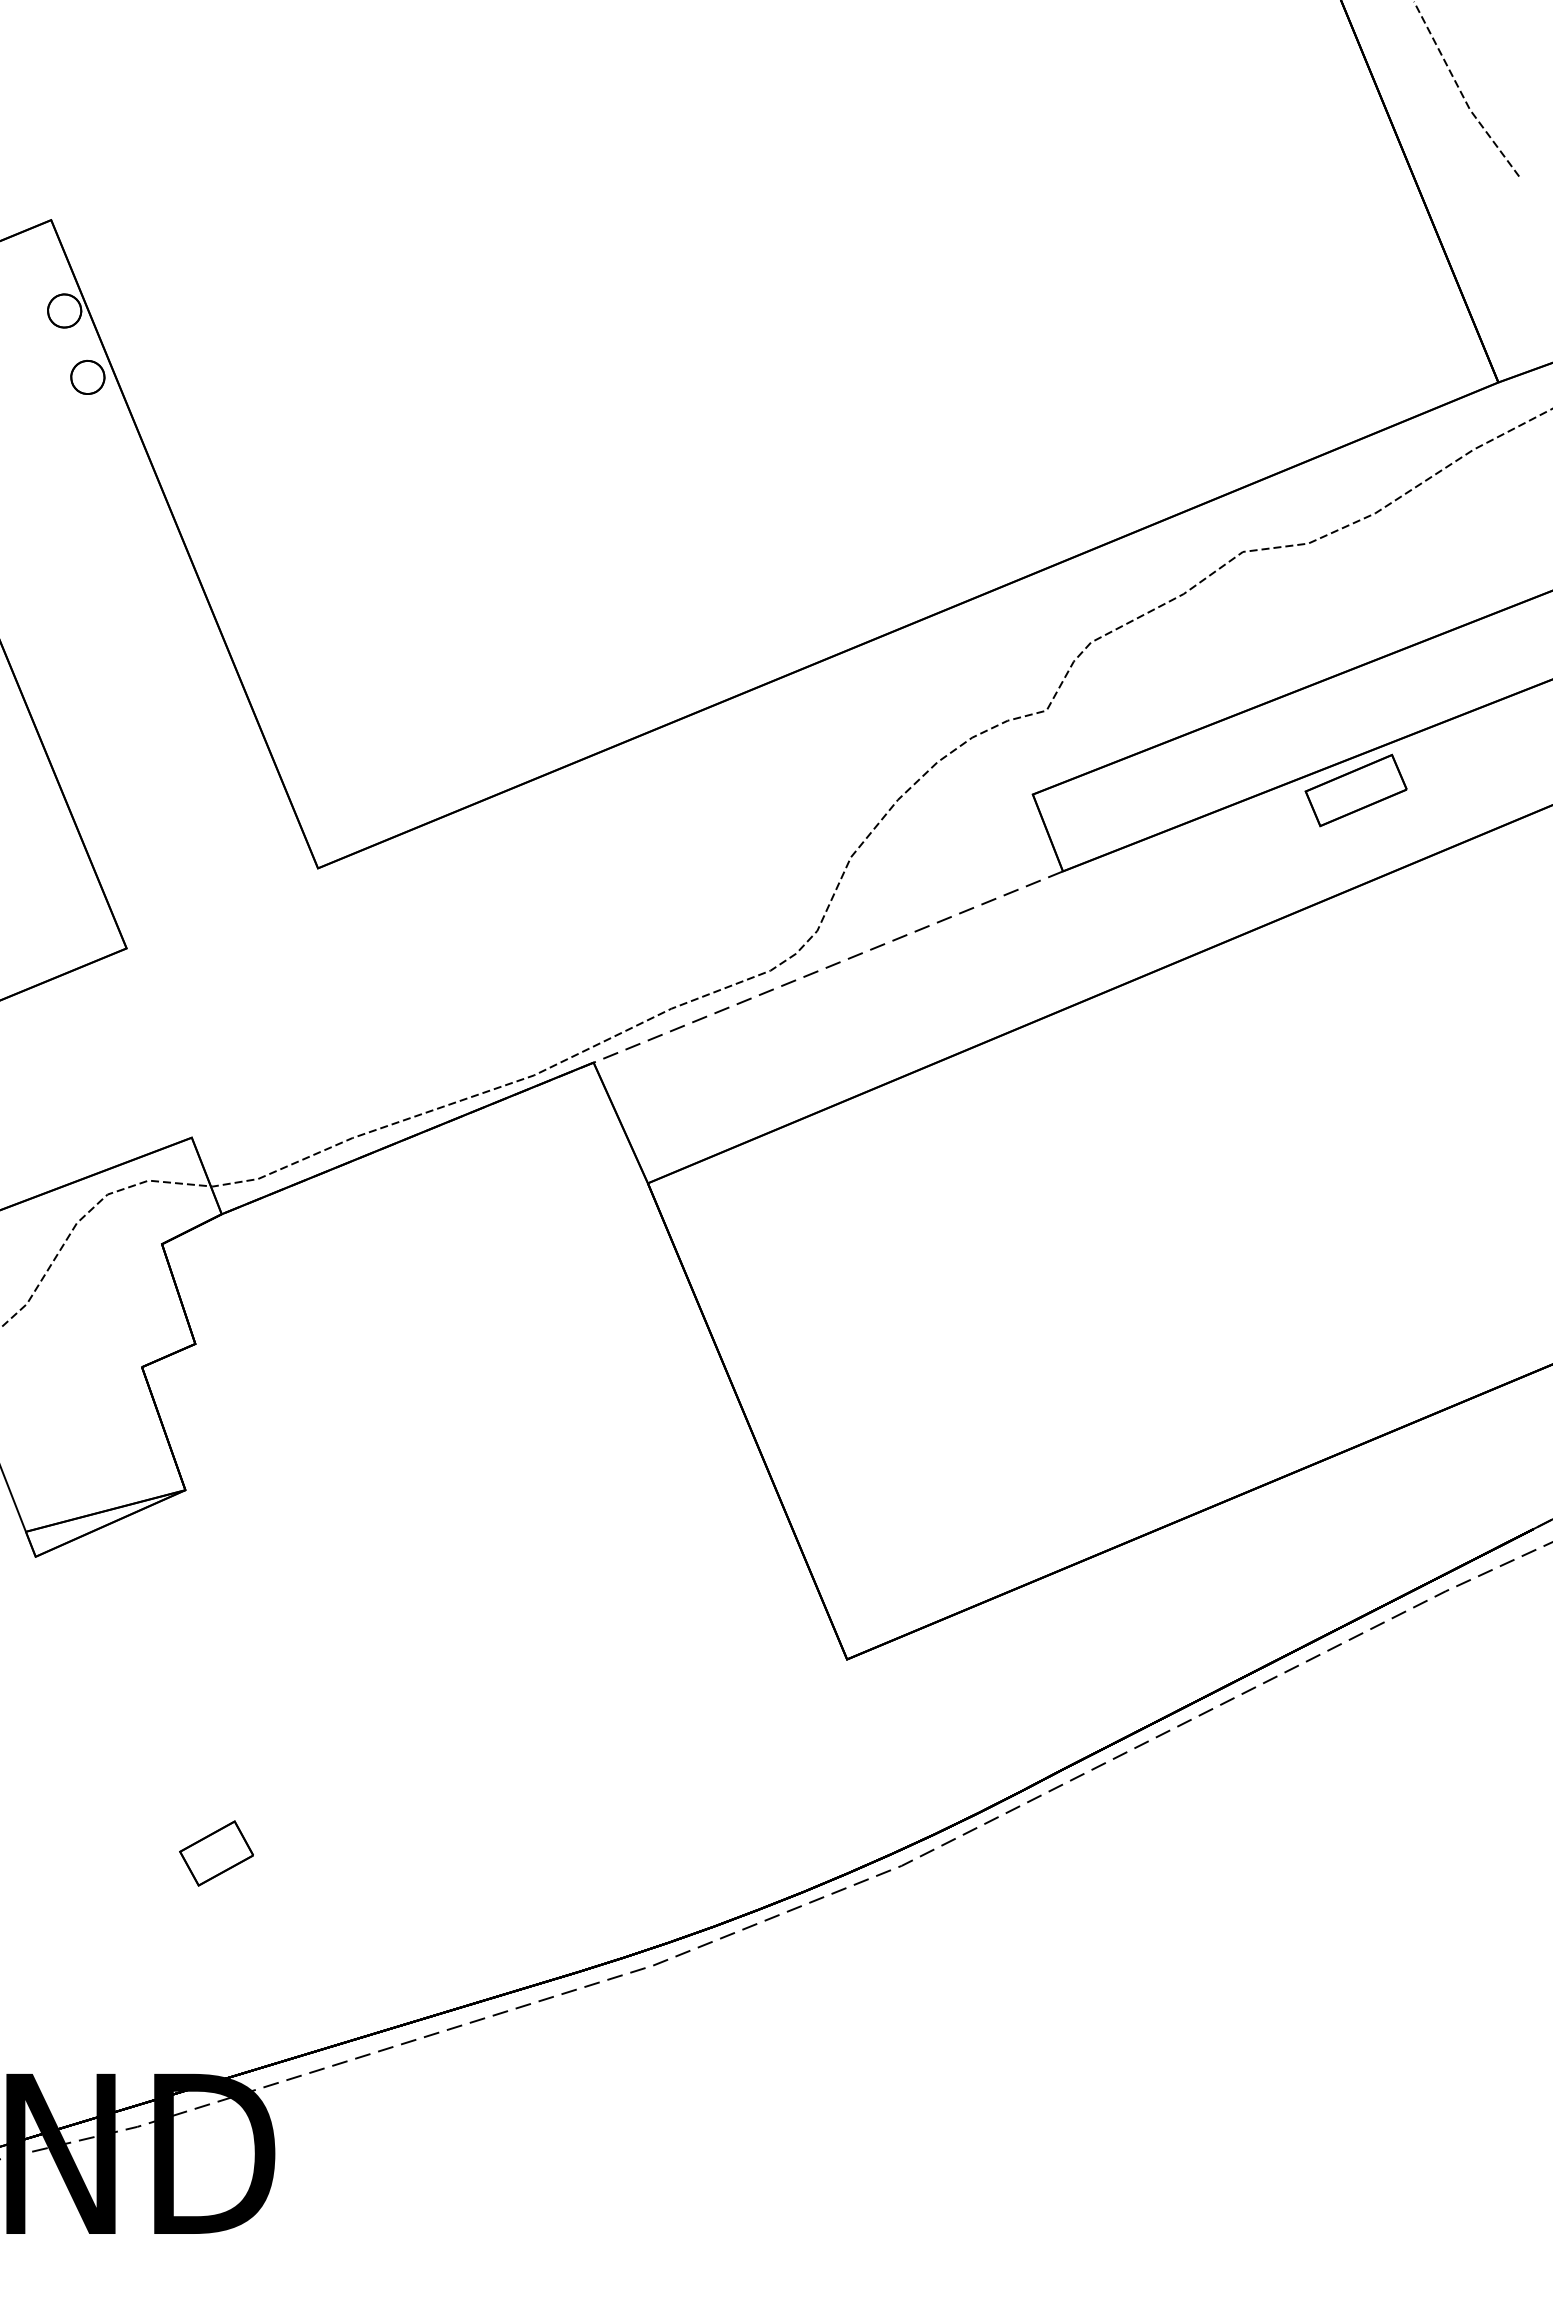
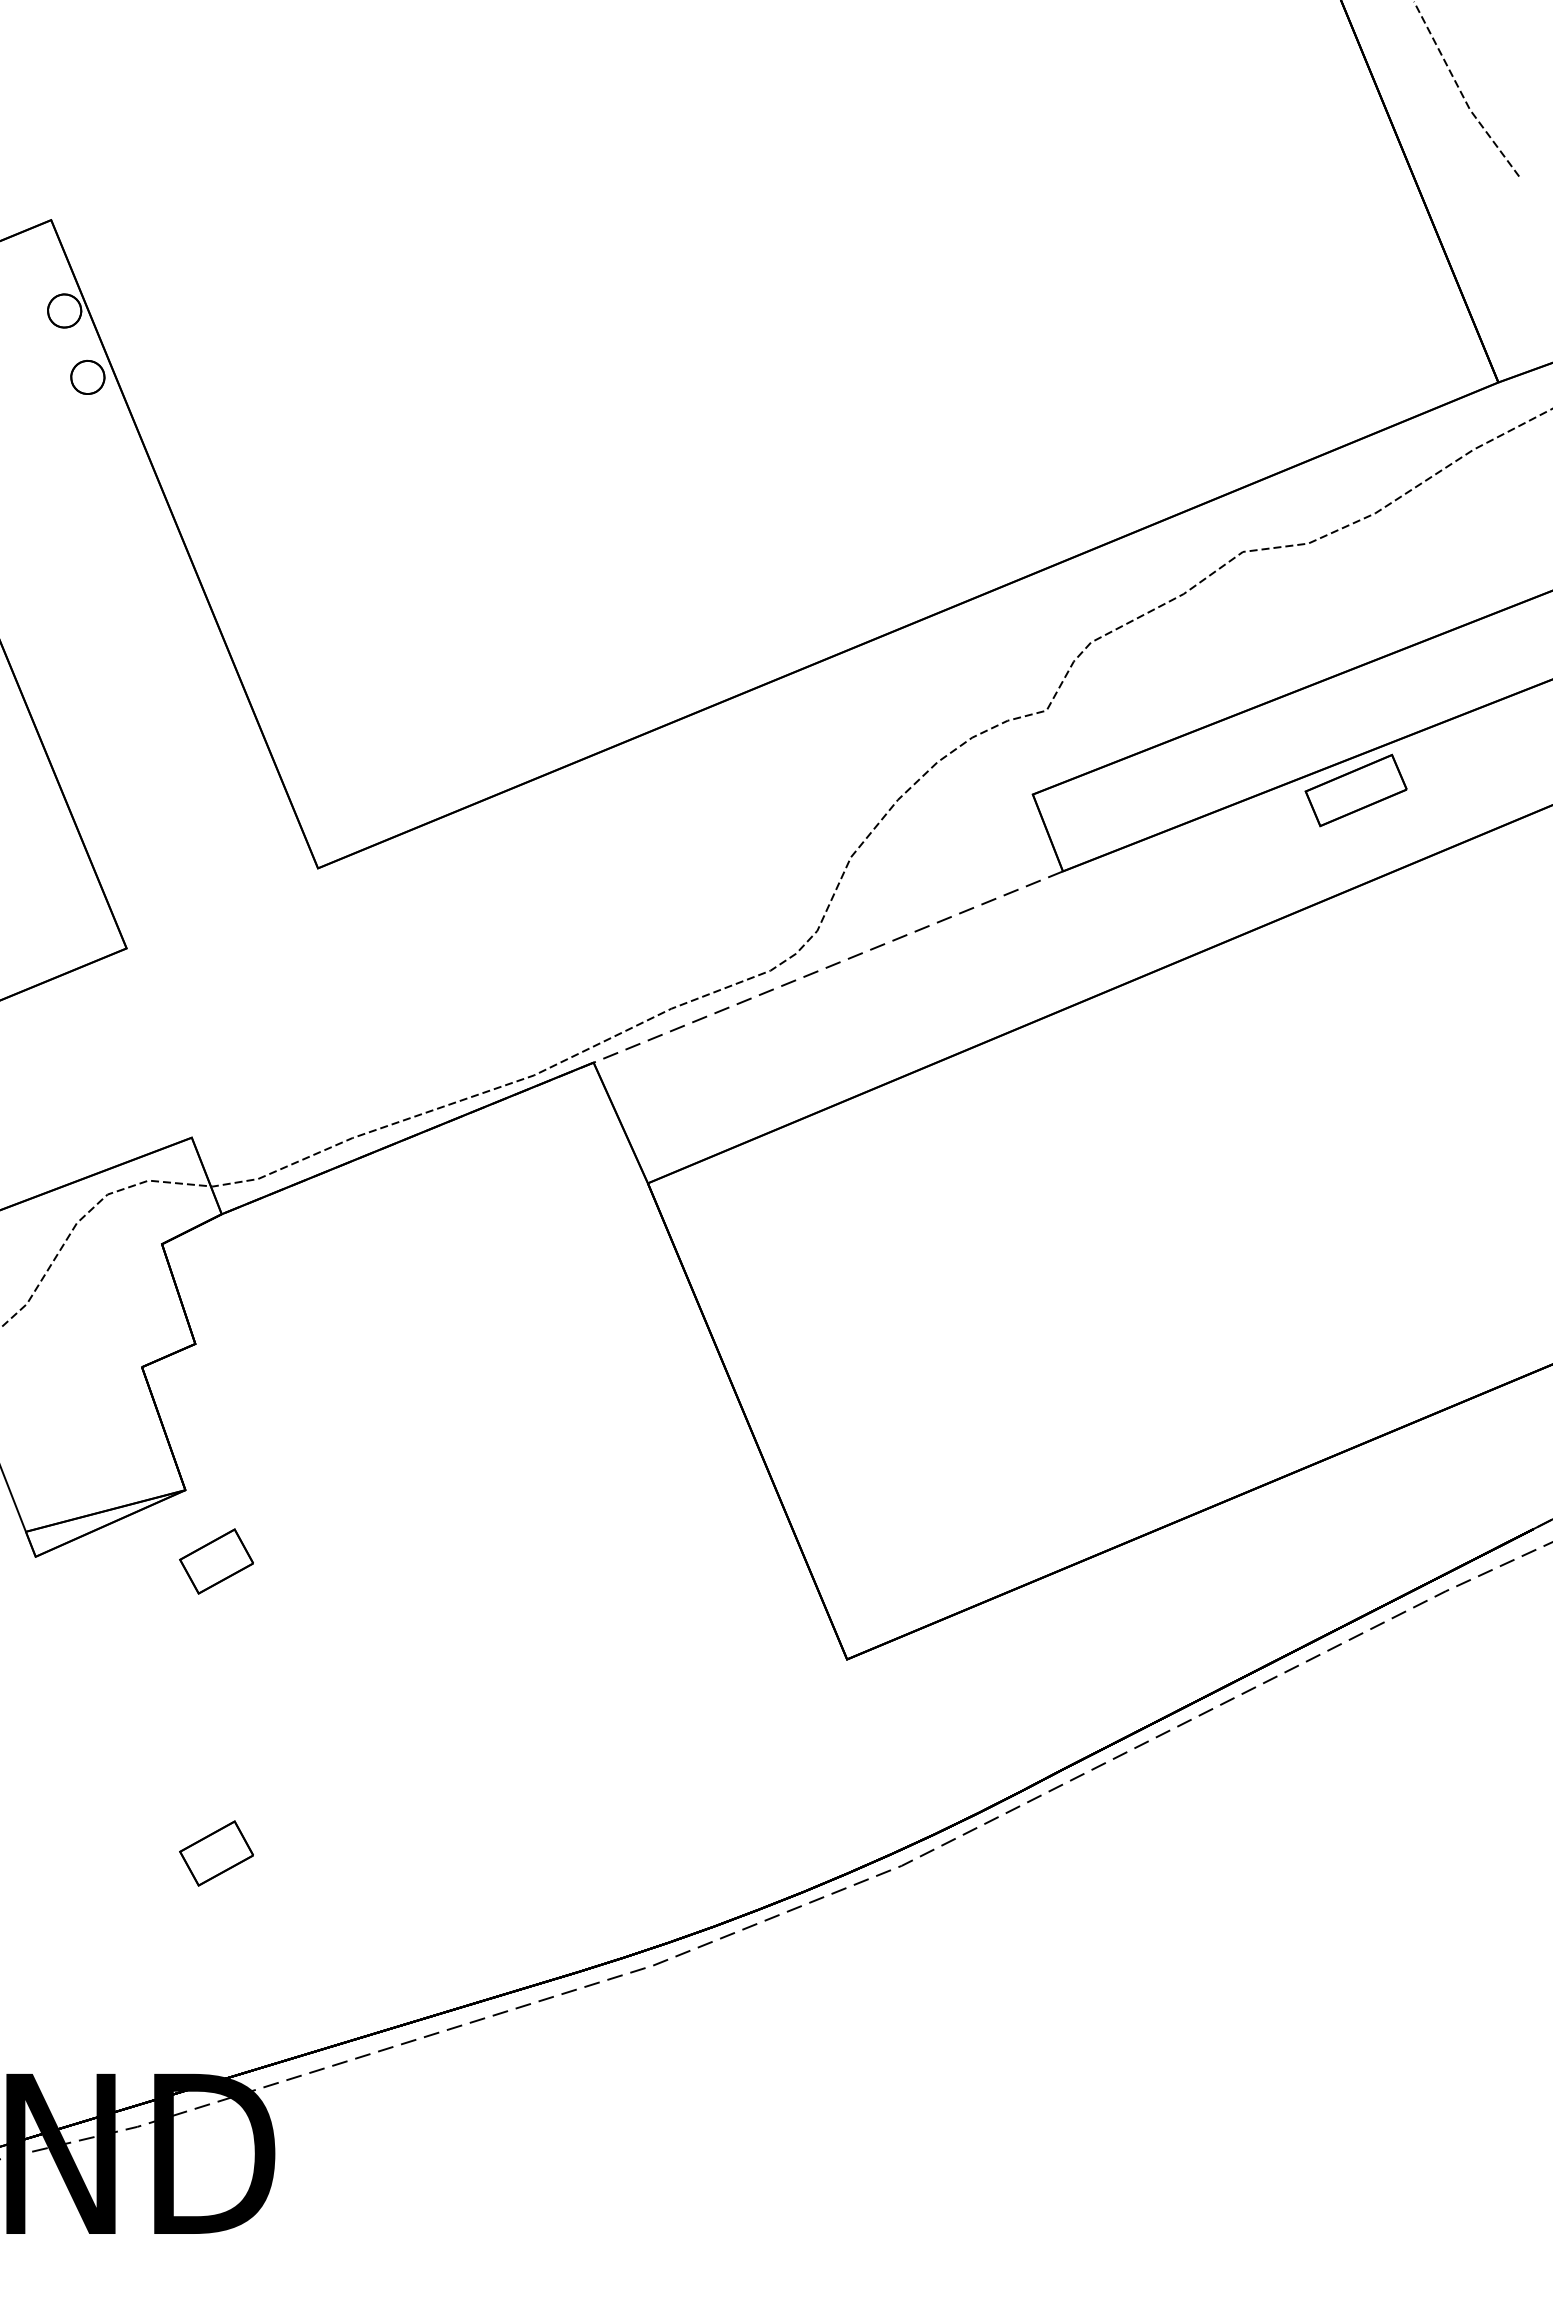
part at (216, 1561): none -> present
